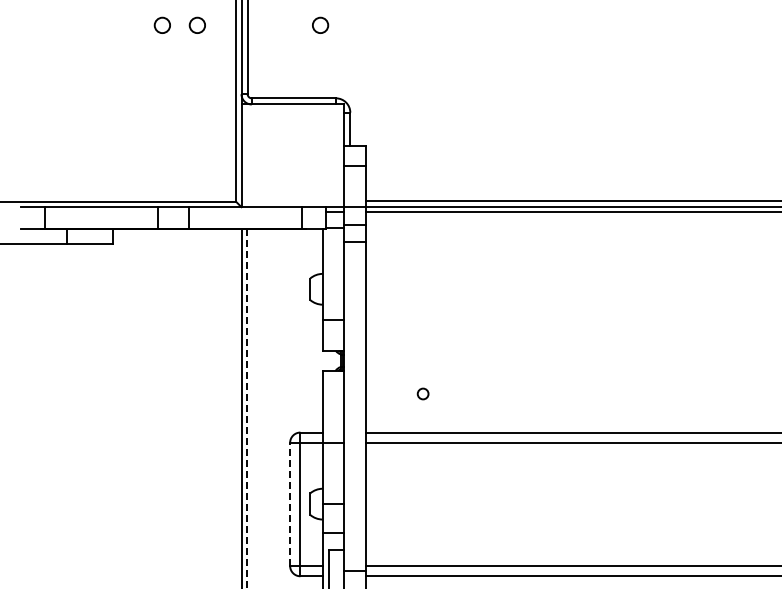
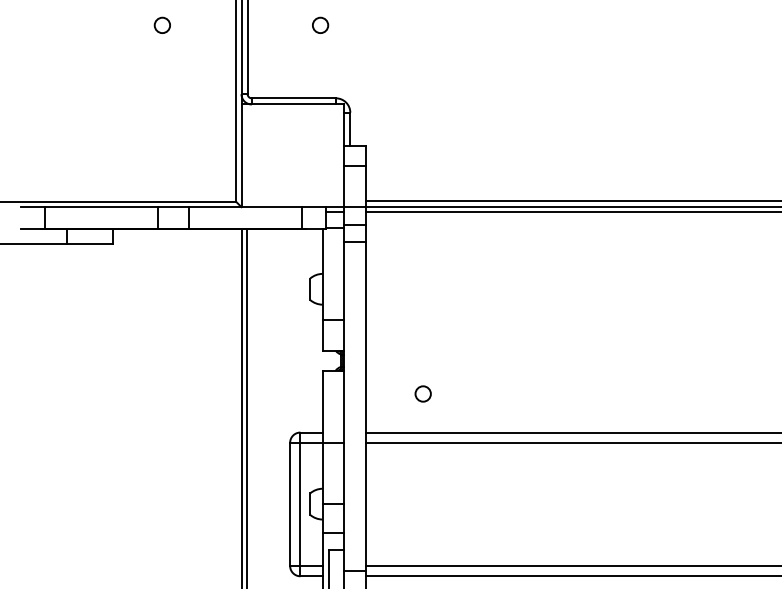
circle at (196, 24): present -> none
circle at (422, 393) size: 14x14 px -> 18x18 px
line at (246, 408): dashed -> solid
line at (290, 504): dashed -> solid
